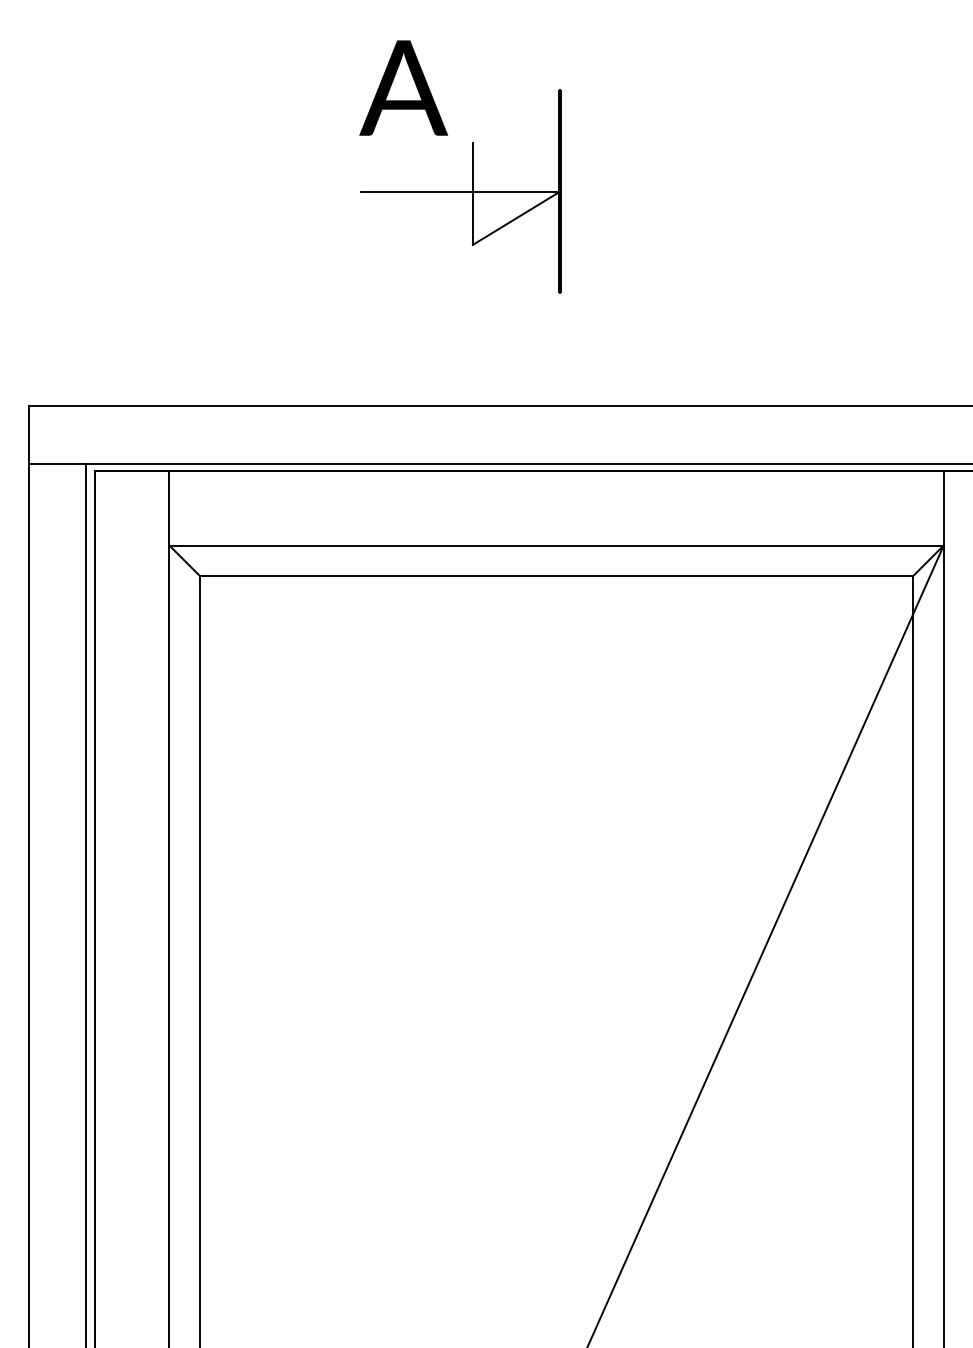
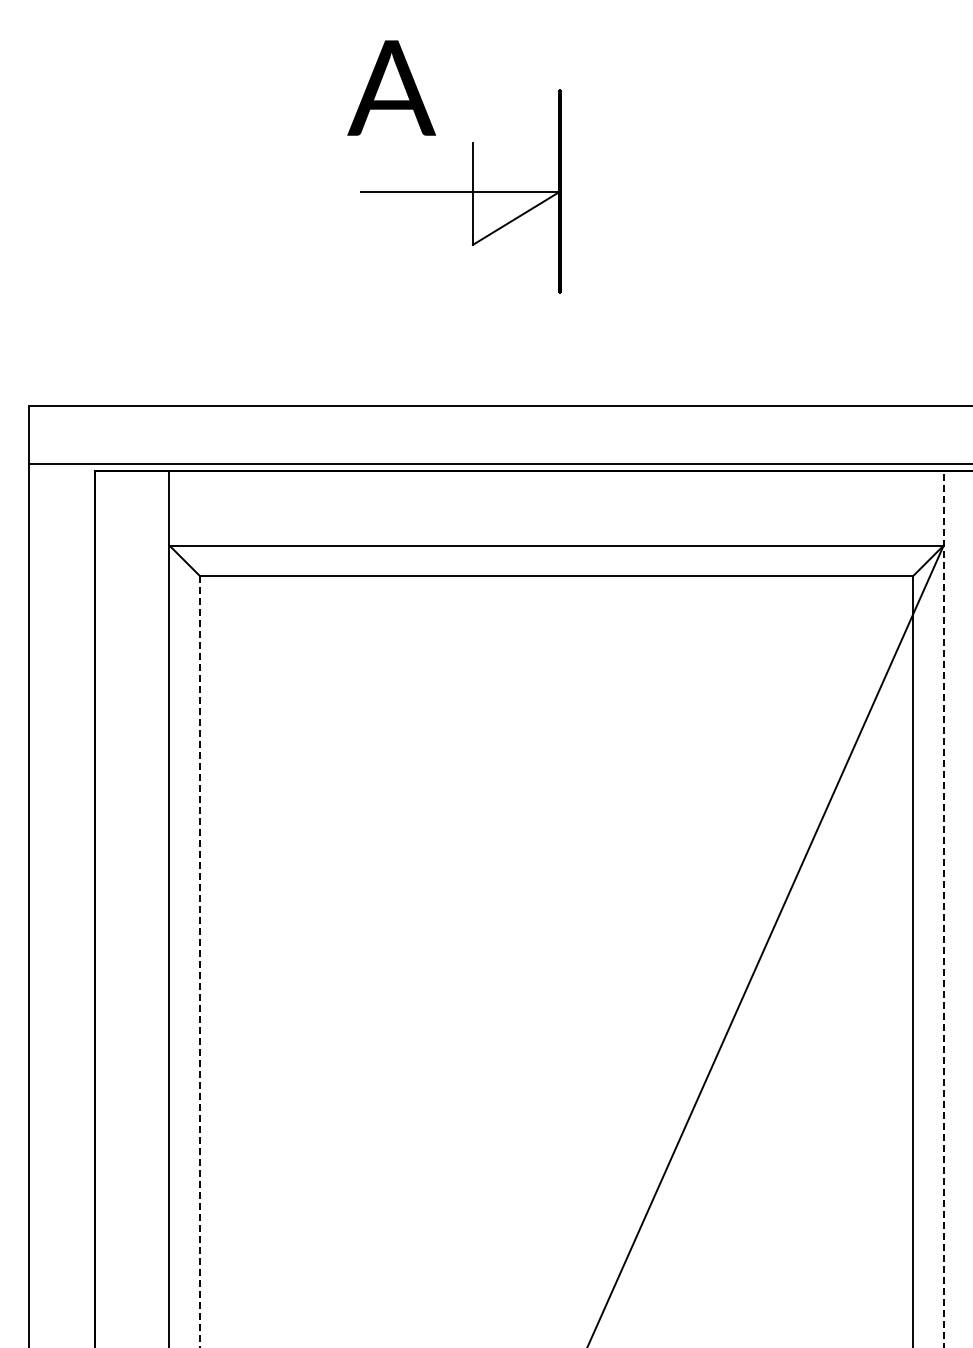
text at (403, 87) position: (403, 87) -> (391, 87)
line at (86, 903): present -> none
line at (943, 909): solid -> dashed
line at (199, 962): solid -> dashed
